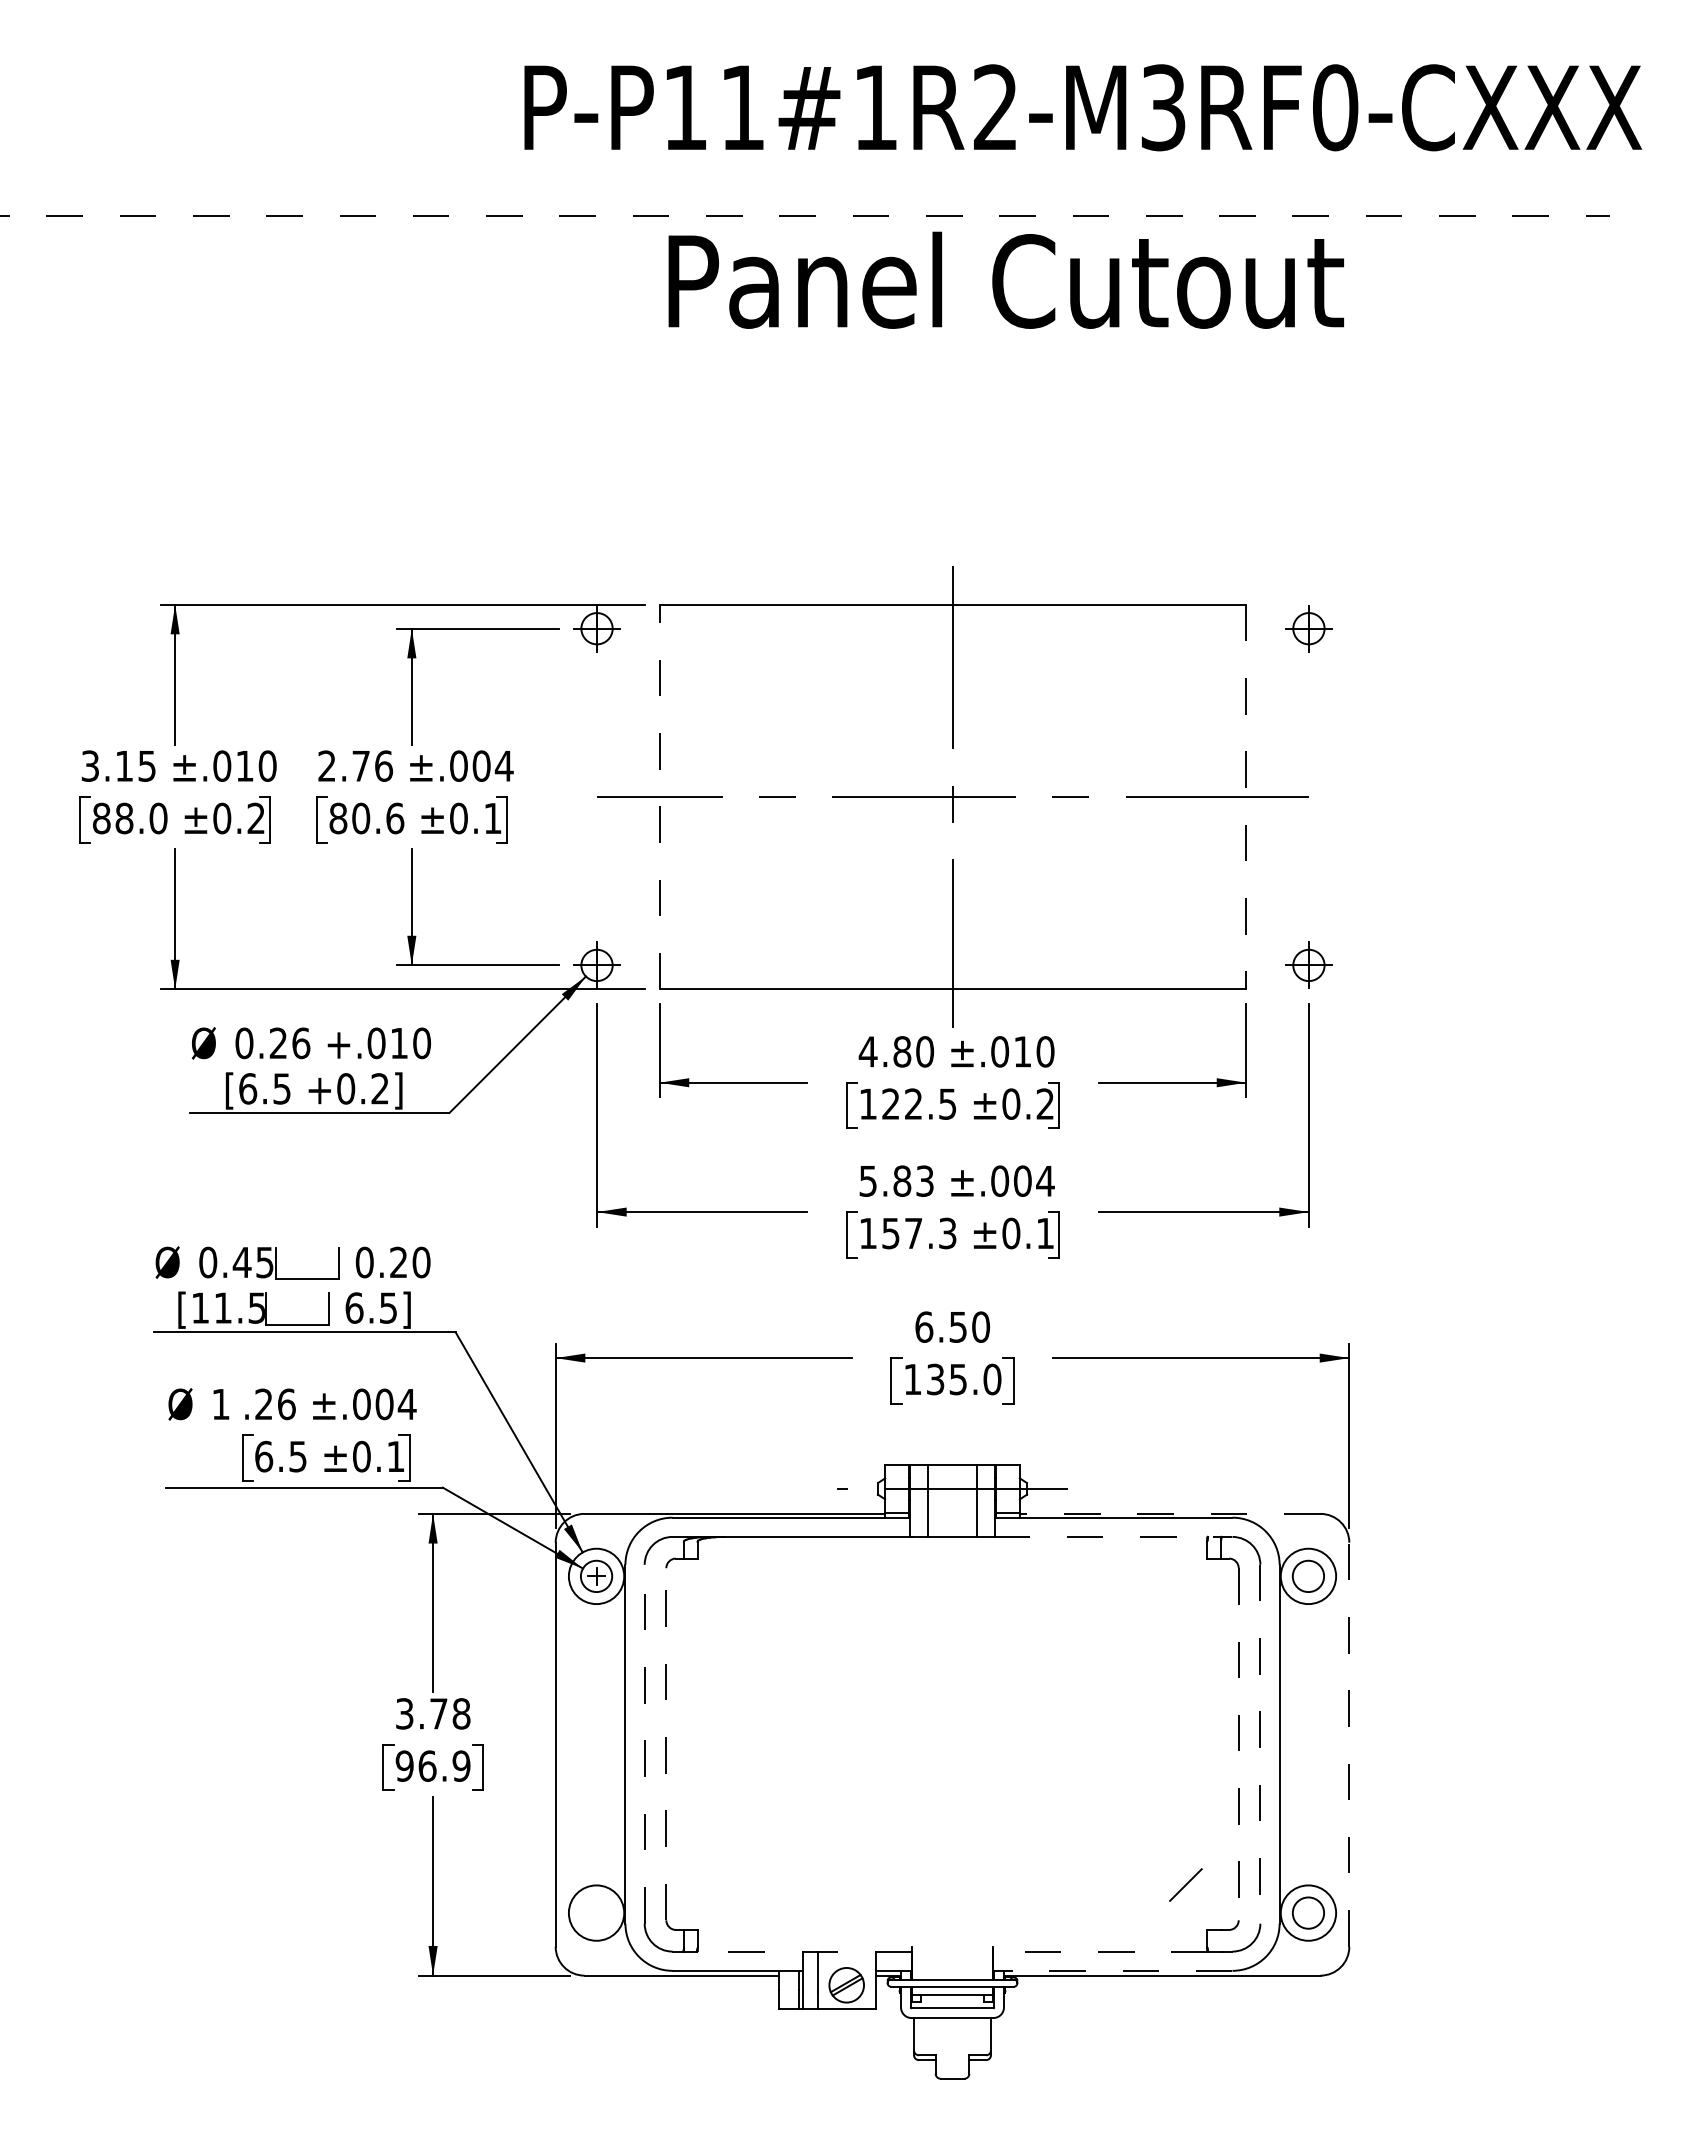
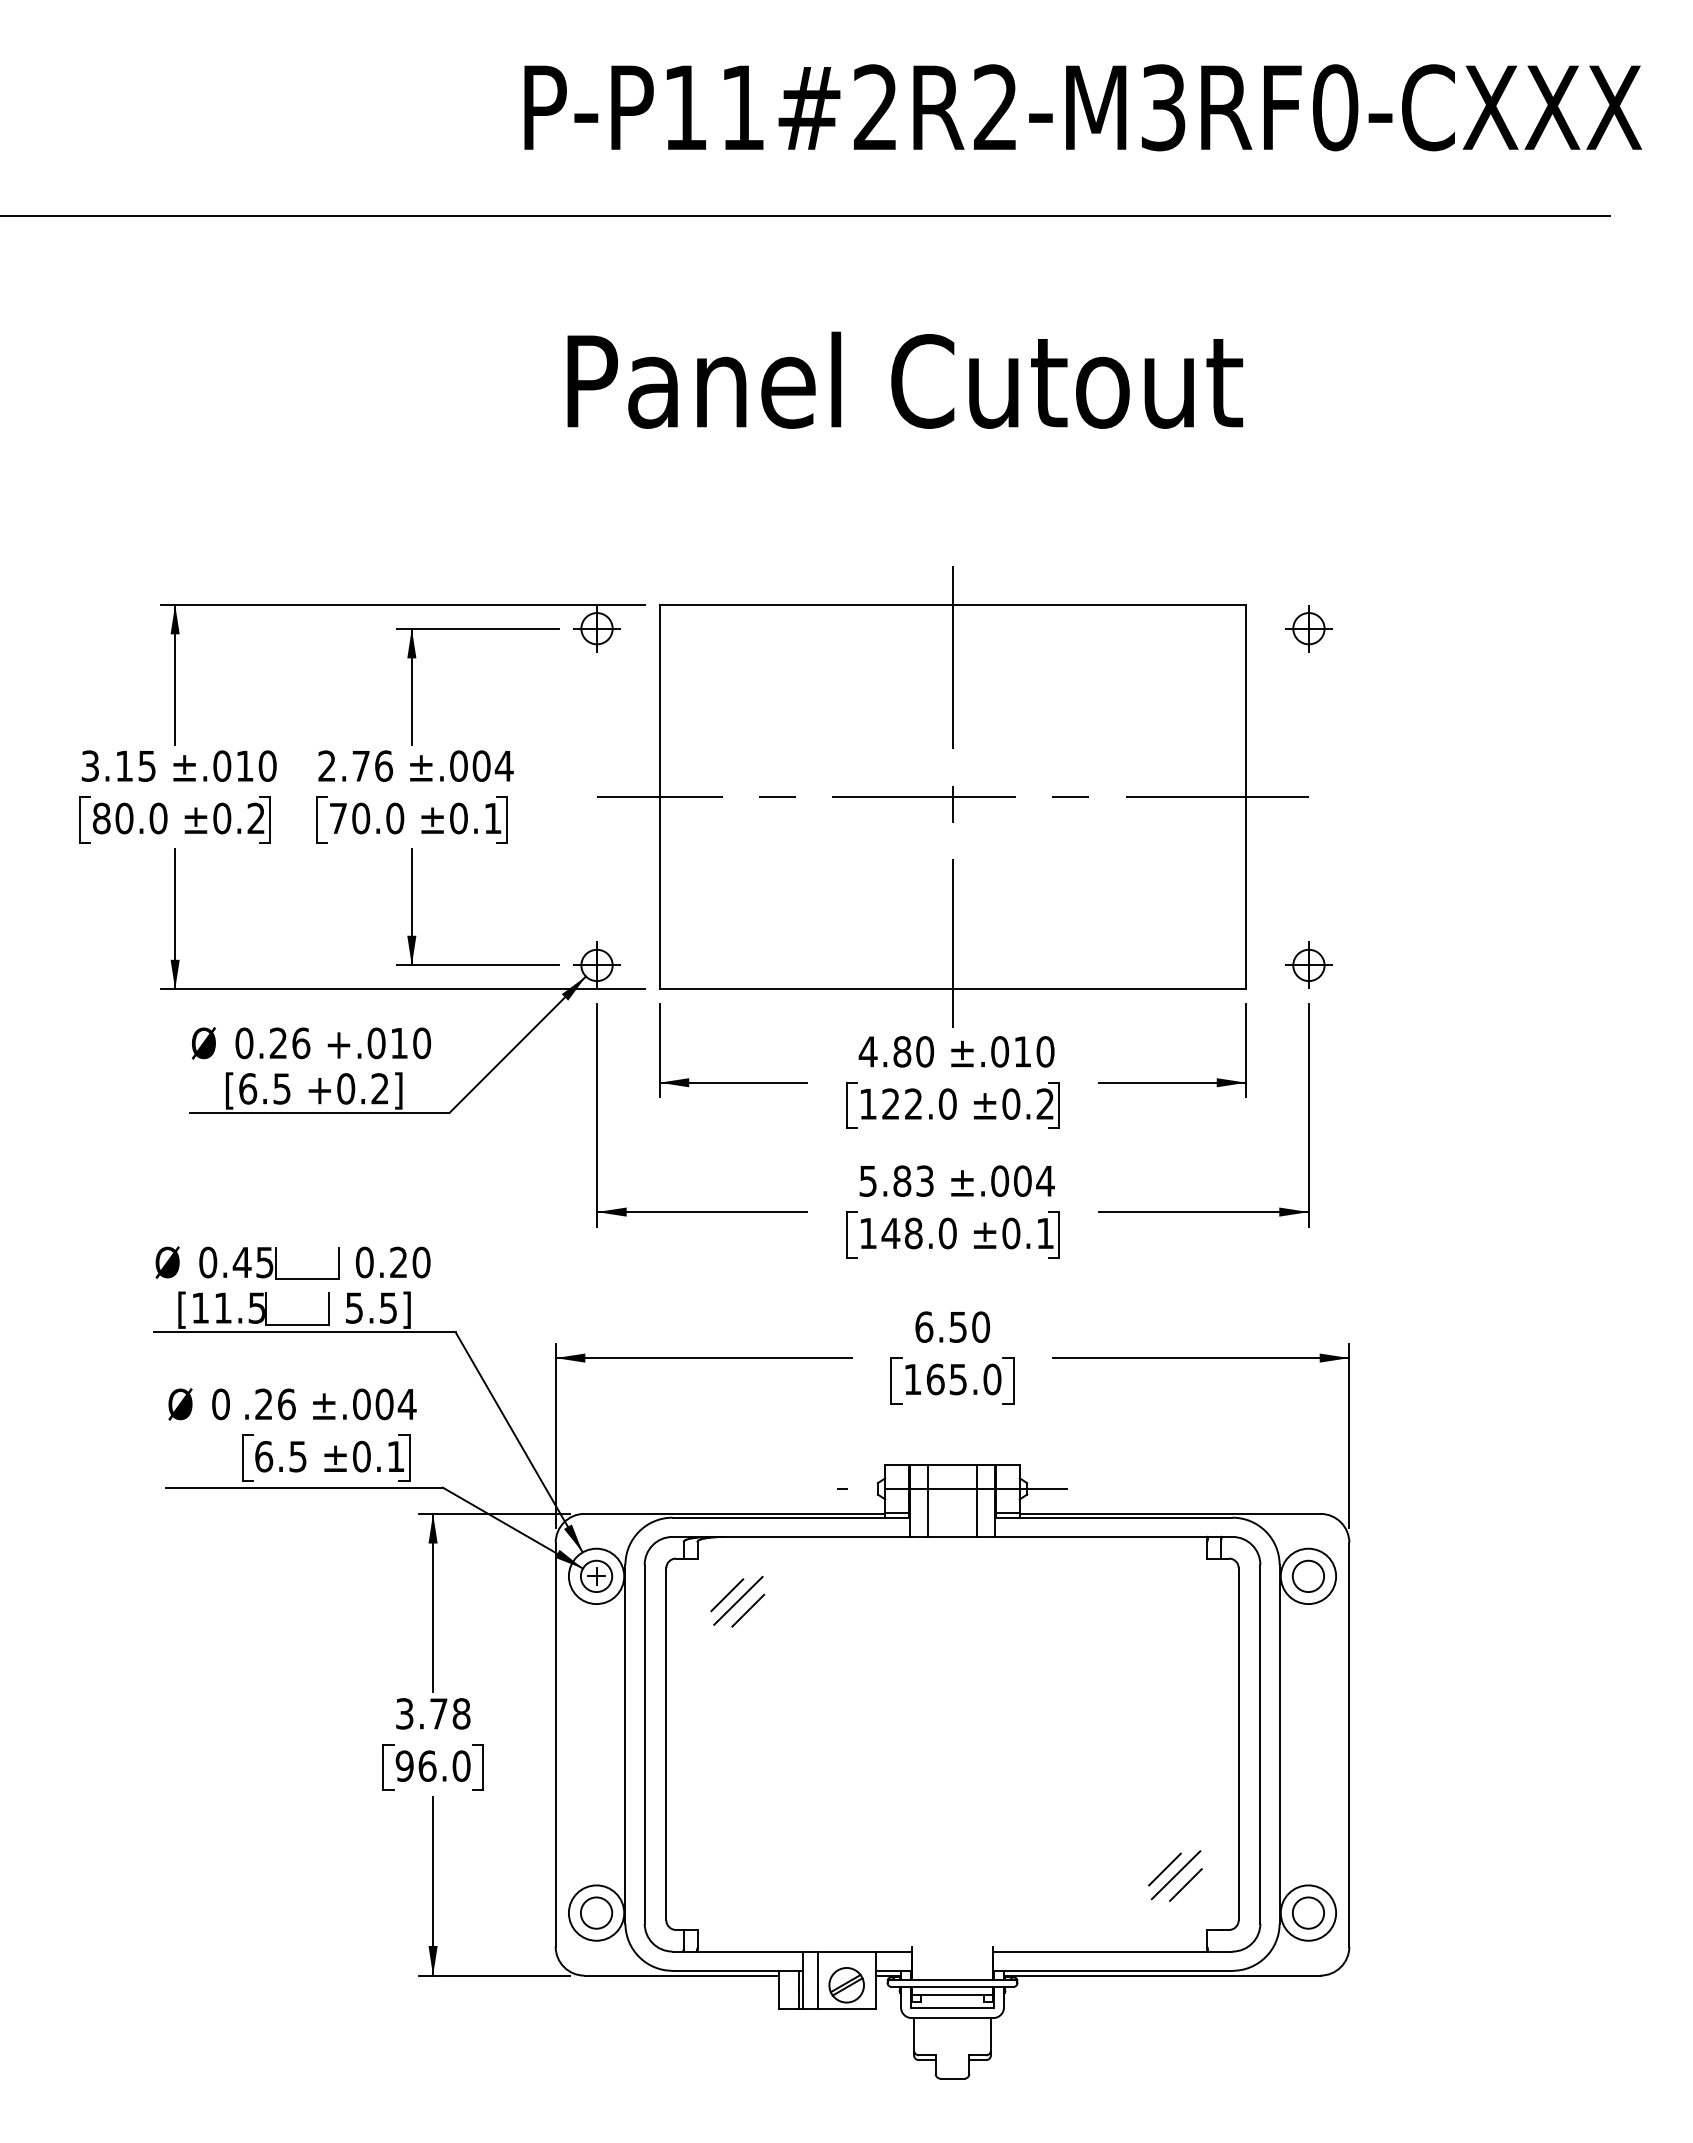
text at (874, 106): P-P11#1R2-M3RF0-CXXX -> P-P11#2R2-M3RF0-CXXX
line at (805, 216): dashed -> solid
text at (1005, 279) position: (1005, 279) -> (904, 379)
line at (659, 796): dashed -> solid
line at (1246, 797): dashed -> solid
text at (124, 818): 88.0 -> 80.0
text at (366, 818): 80.6 -> 70.0
text at (947, 1103): 122.5 -> 122.0
text at (918, 1233): 157.3 -> 148.0
text at (354, 1307): 6.5] -> 5.5]
text at (935, 1379): 135.0 -> 165.0
text at (220, 1404): 1 -> 0
line at (1169, 1513): dashed -> solid
line at (1112, 1536): dashed -> solid
line at (727, 1595): none -> present
line at (738, 1600): none -> present
line at (748, 1610): none -> present
line at (644, 1743): dashed -> solid
line at (666, 1743): dashed -> solid
line at (1238, 1744): dashed -> solid
line at (1260, 1744): dashed -> solid
line at (1349, 1744): dashed -> solid
text at (461, 1765): 96.9 -> 96.0
line at (1164, 1869): none -> present
line at (1175, 1875): none -> present
circle at (596, 1912): none -> present
line at (803, 1951): dashed -> solid
line at (1100, 1951): dashed -> solid
line at (1112, 1970): dashed -> solid
